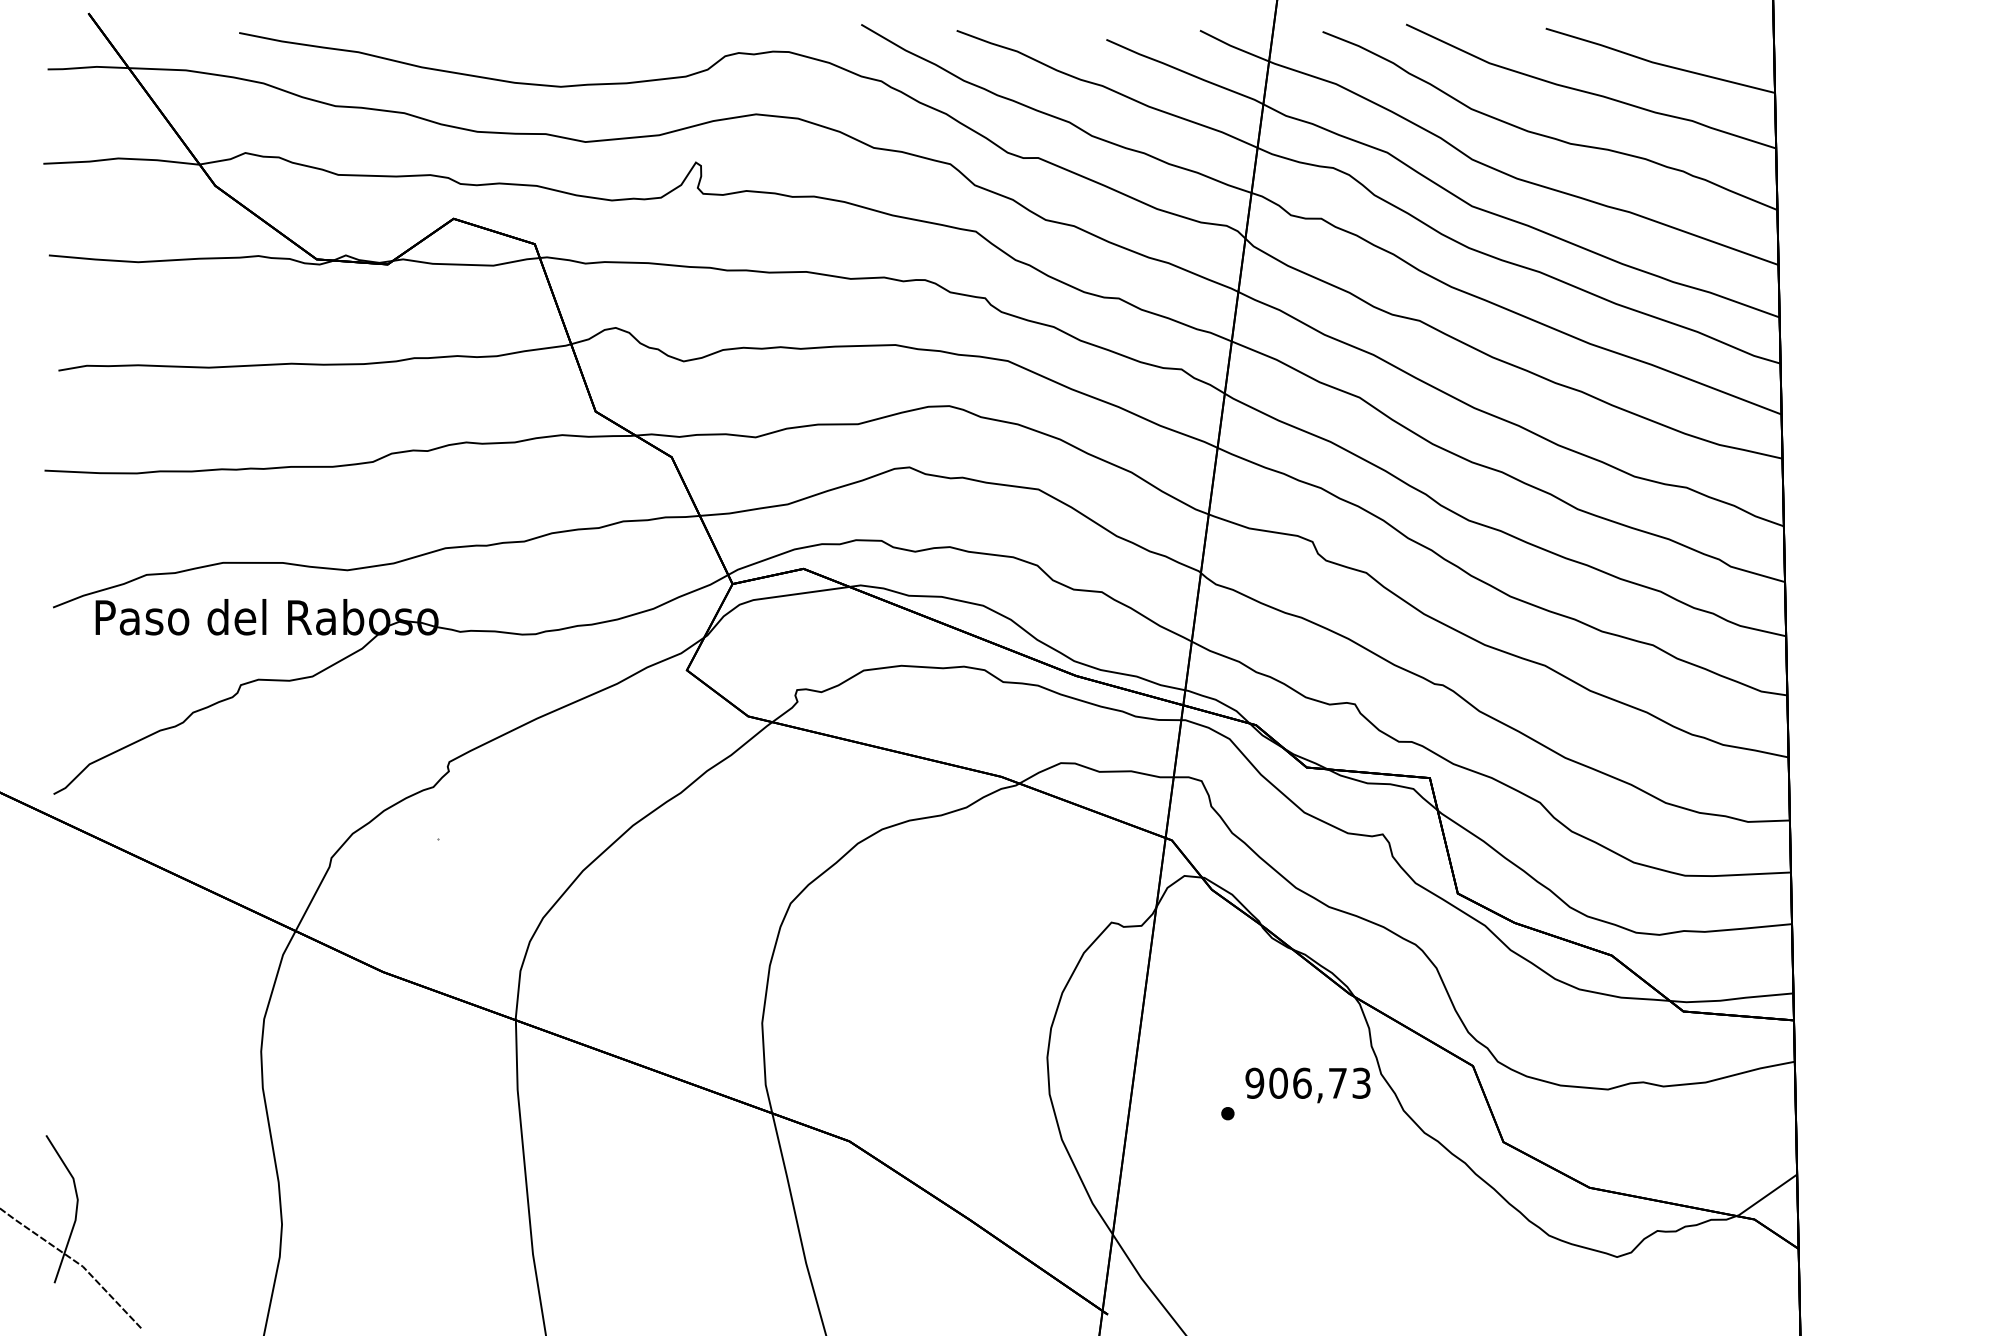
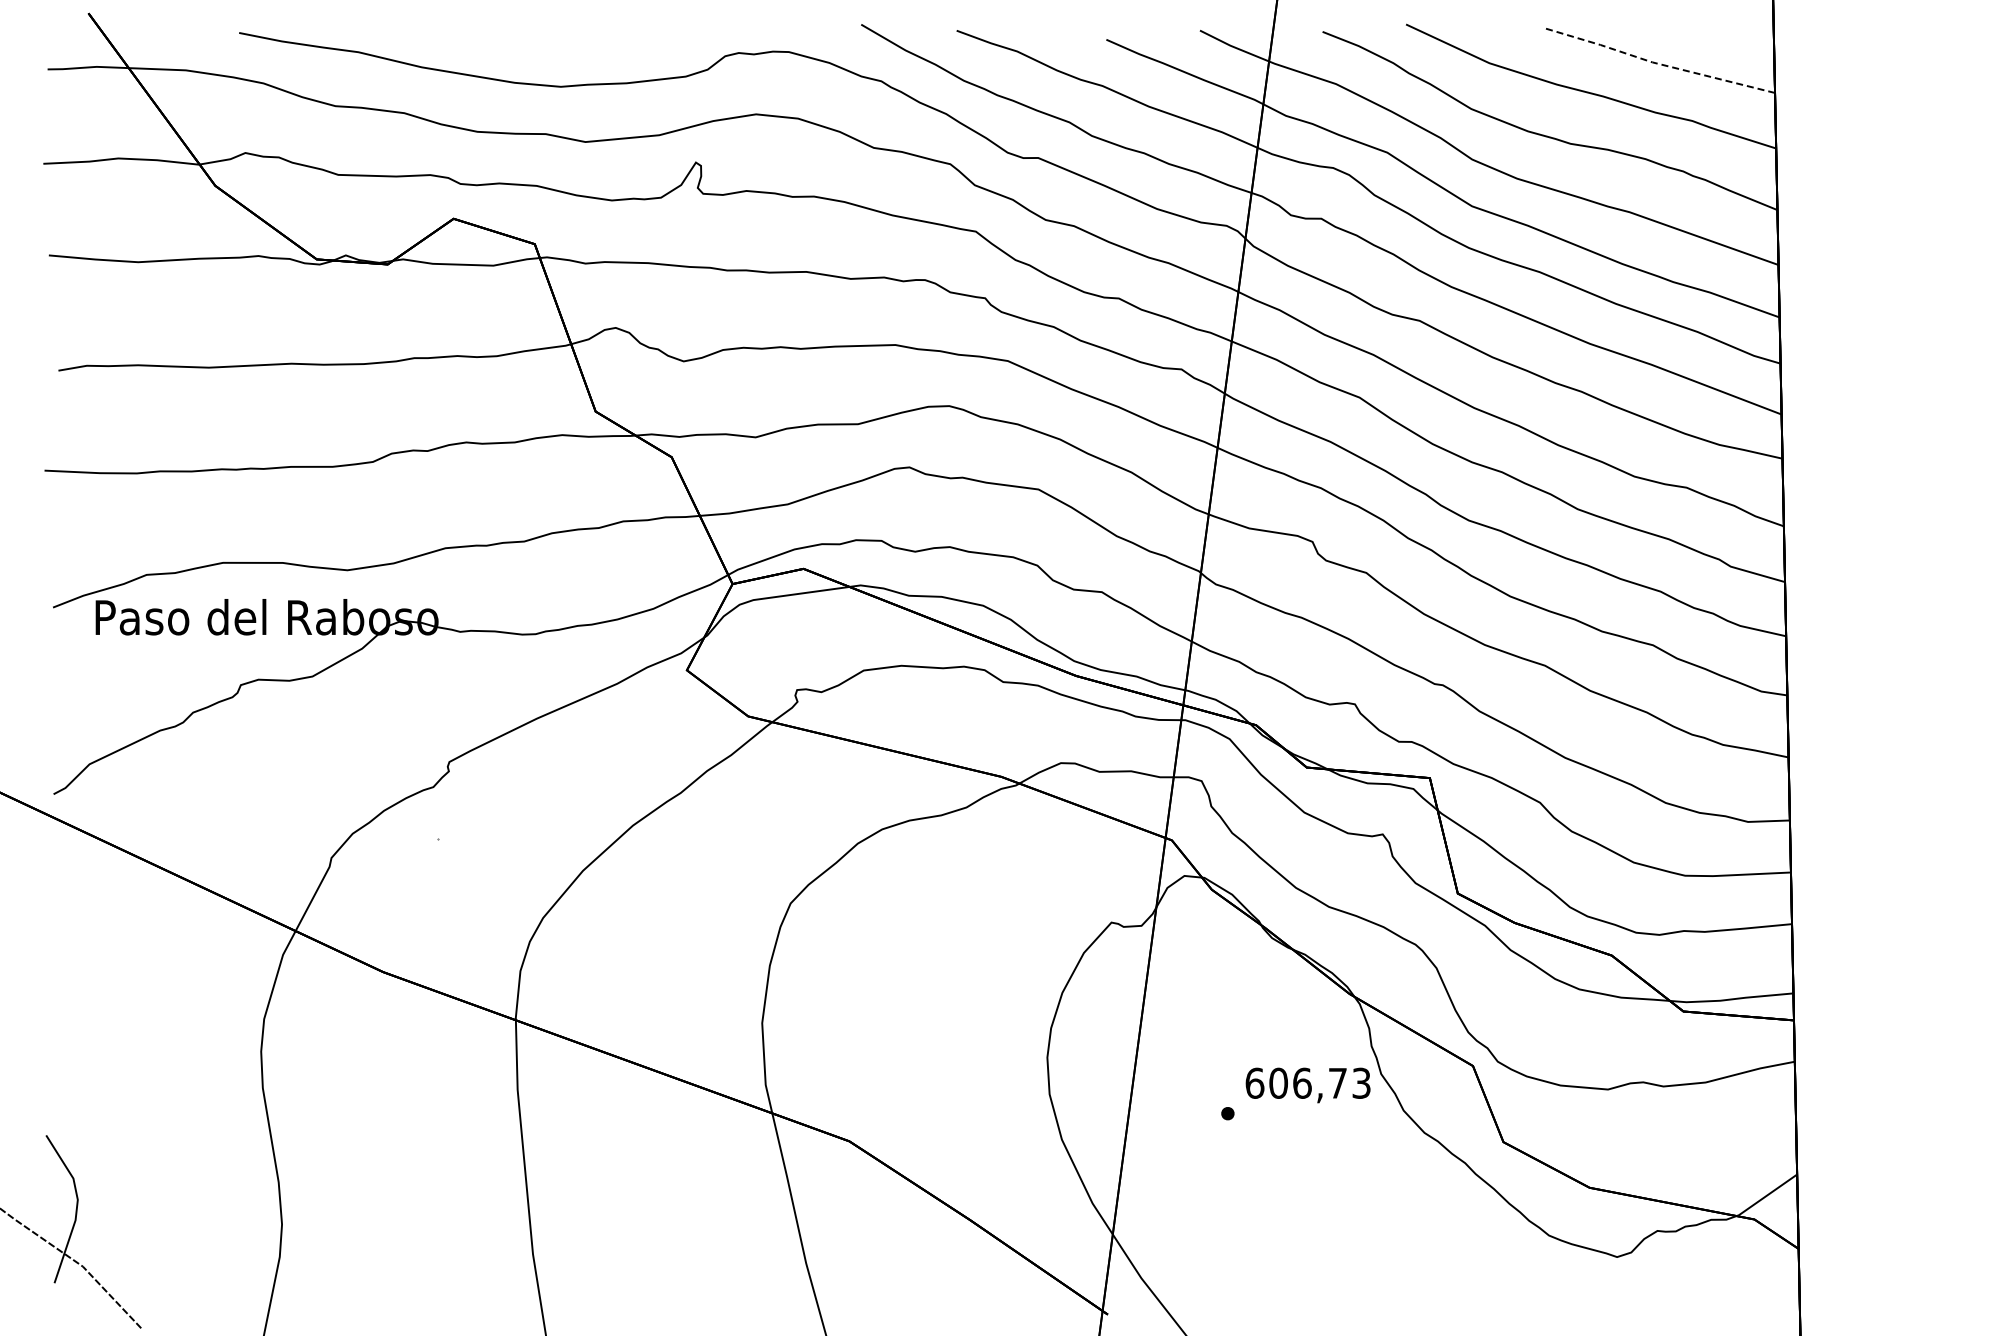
line at (1658, 63): solid -> dashed
text at (1254, 1082): 906,73 -> 606,73
